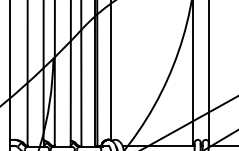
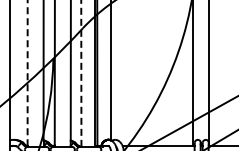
line at (27, 73): solid -> dashed
line at (81, 73): solid -> dashed
